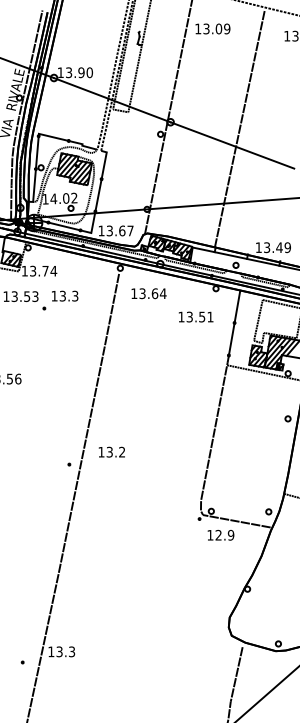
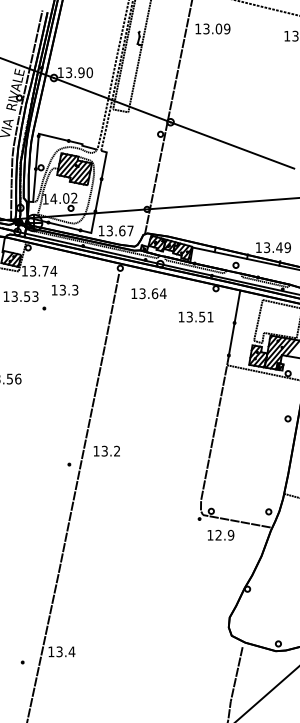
line at (239, 128): present -> none
text at (65, 295) position: (65, 295) -> (65, 289)
text at (111, 451) position: (111, 451) -> (106, 450)
text at (71, 651): 13.3 -> 13.4
